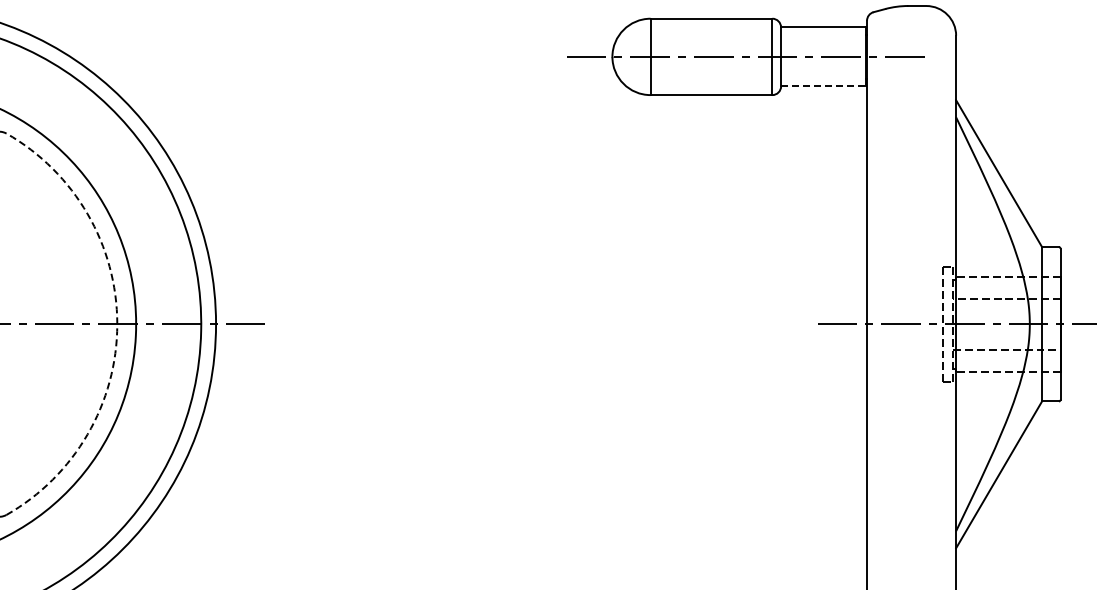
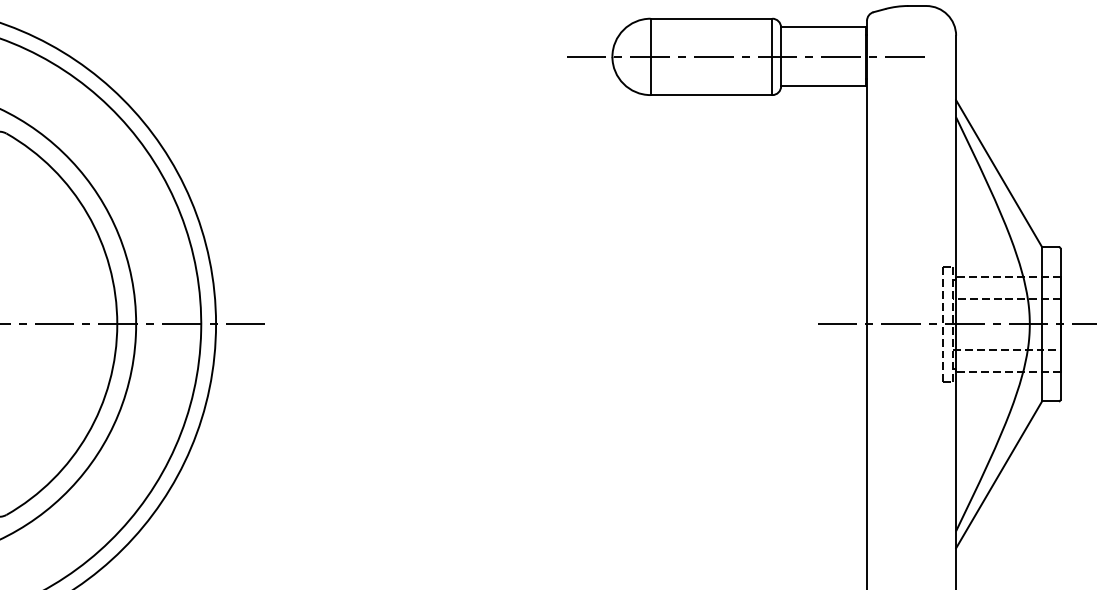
line at (824, 86): dashed -> solid
arc at (117, 324): dashed -> solid
